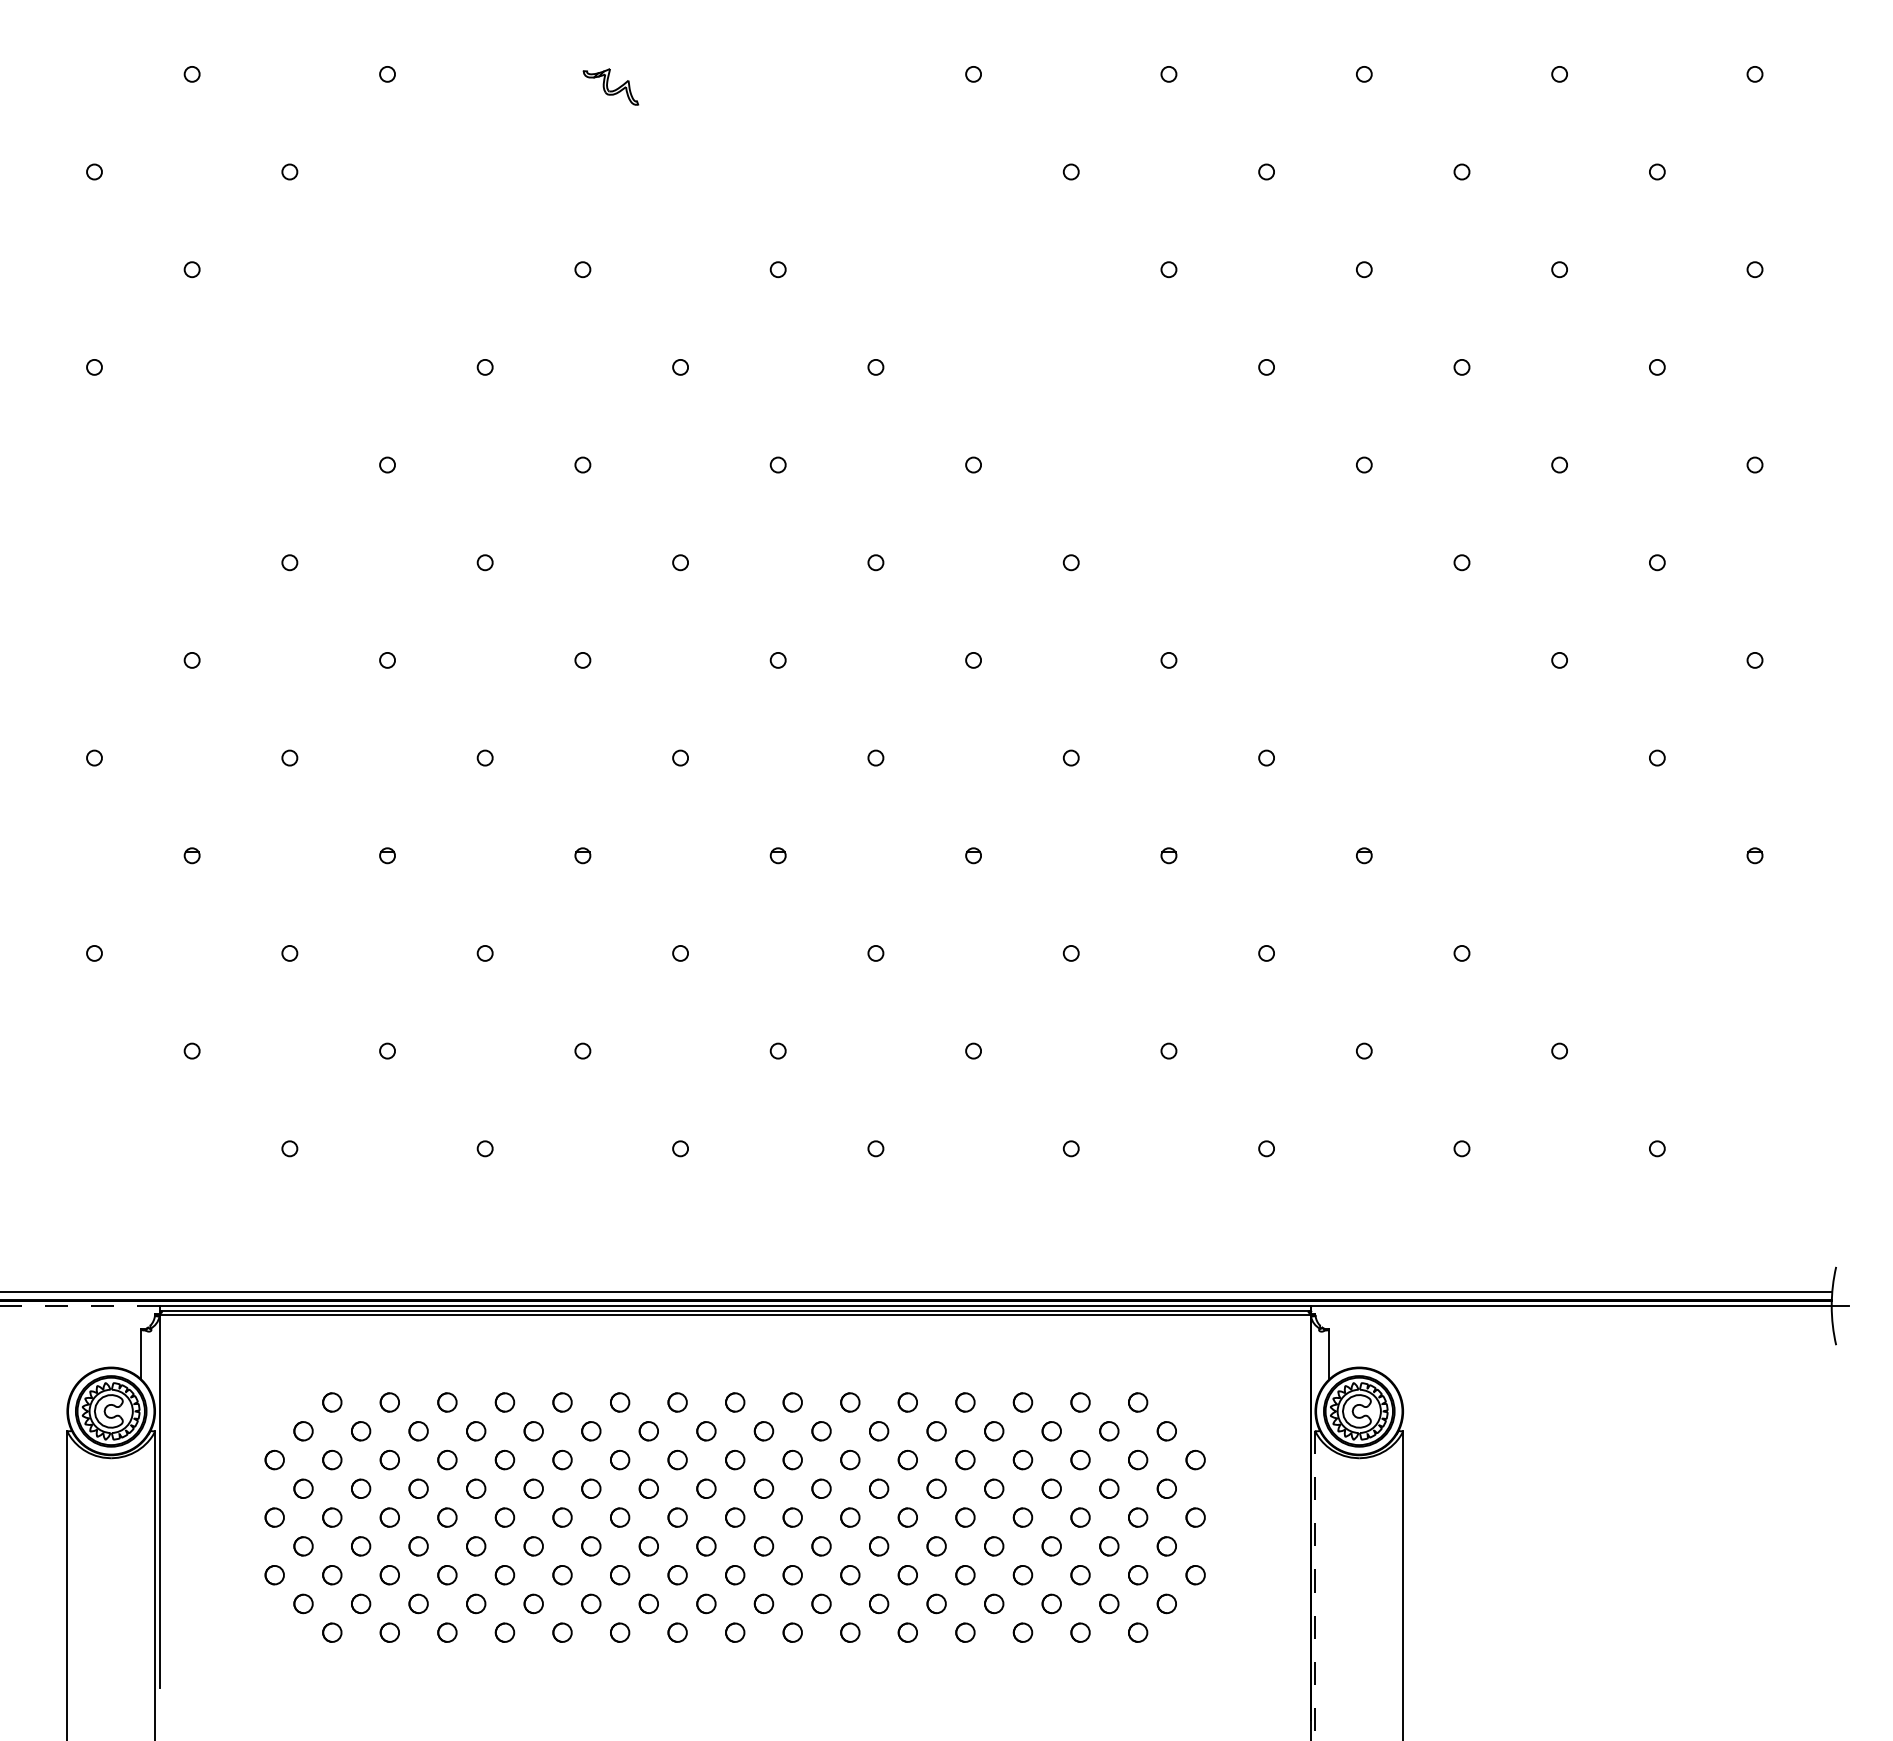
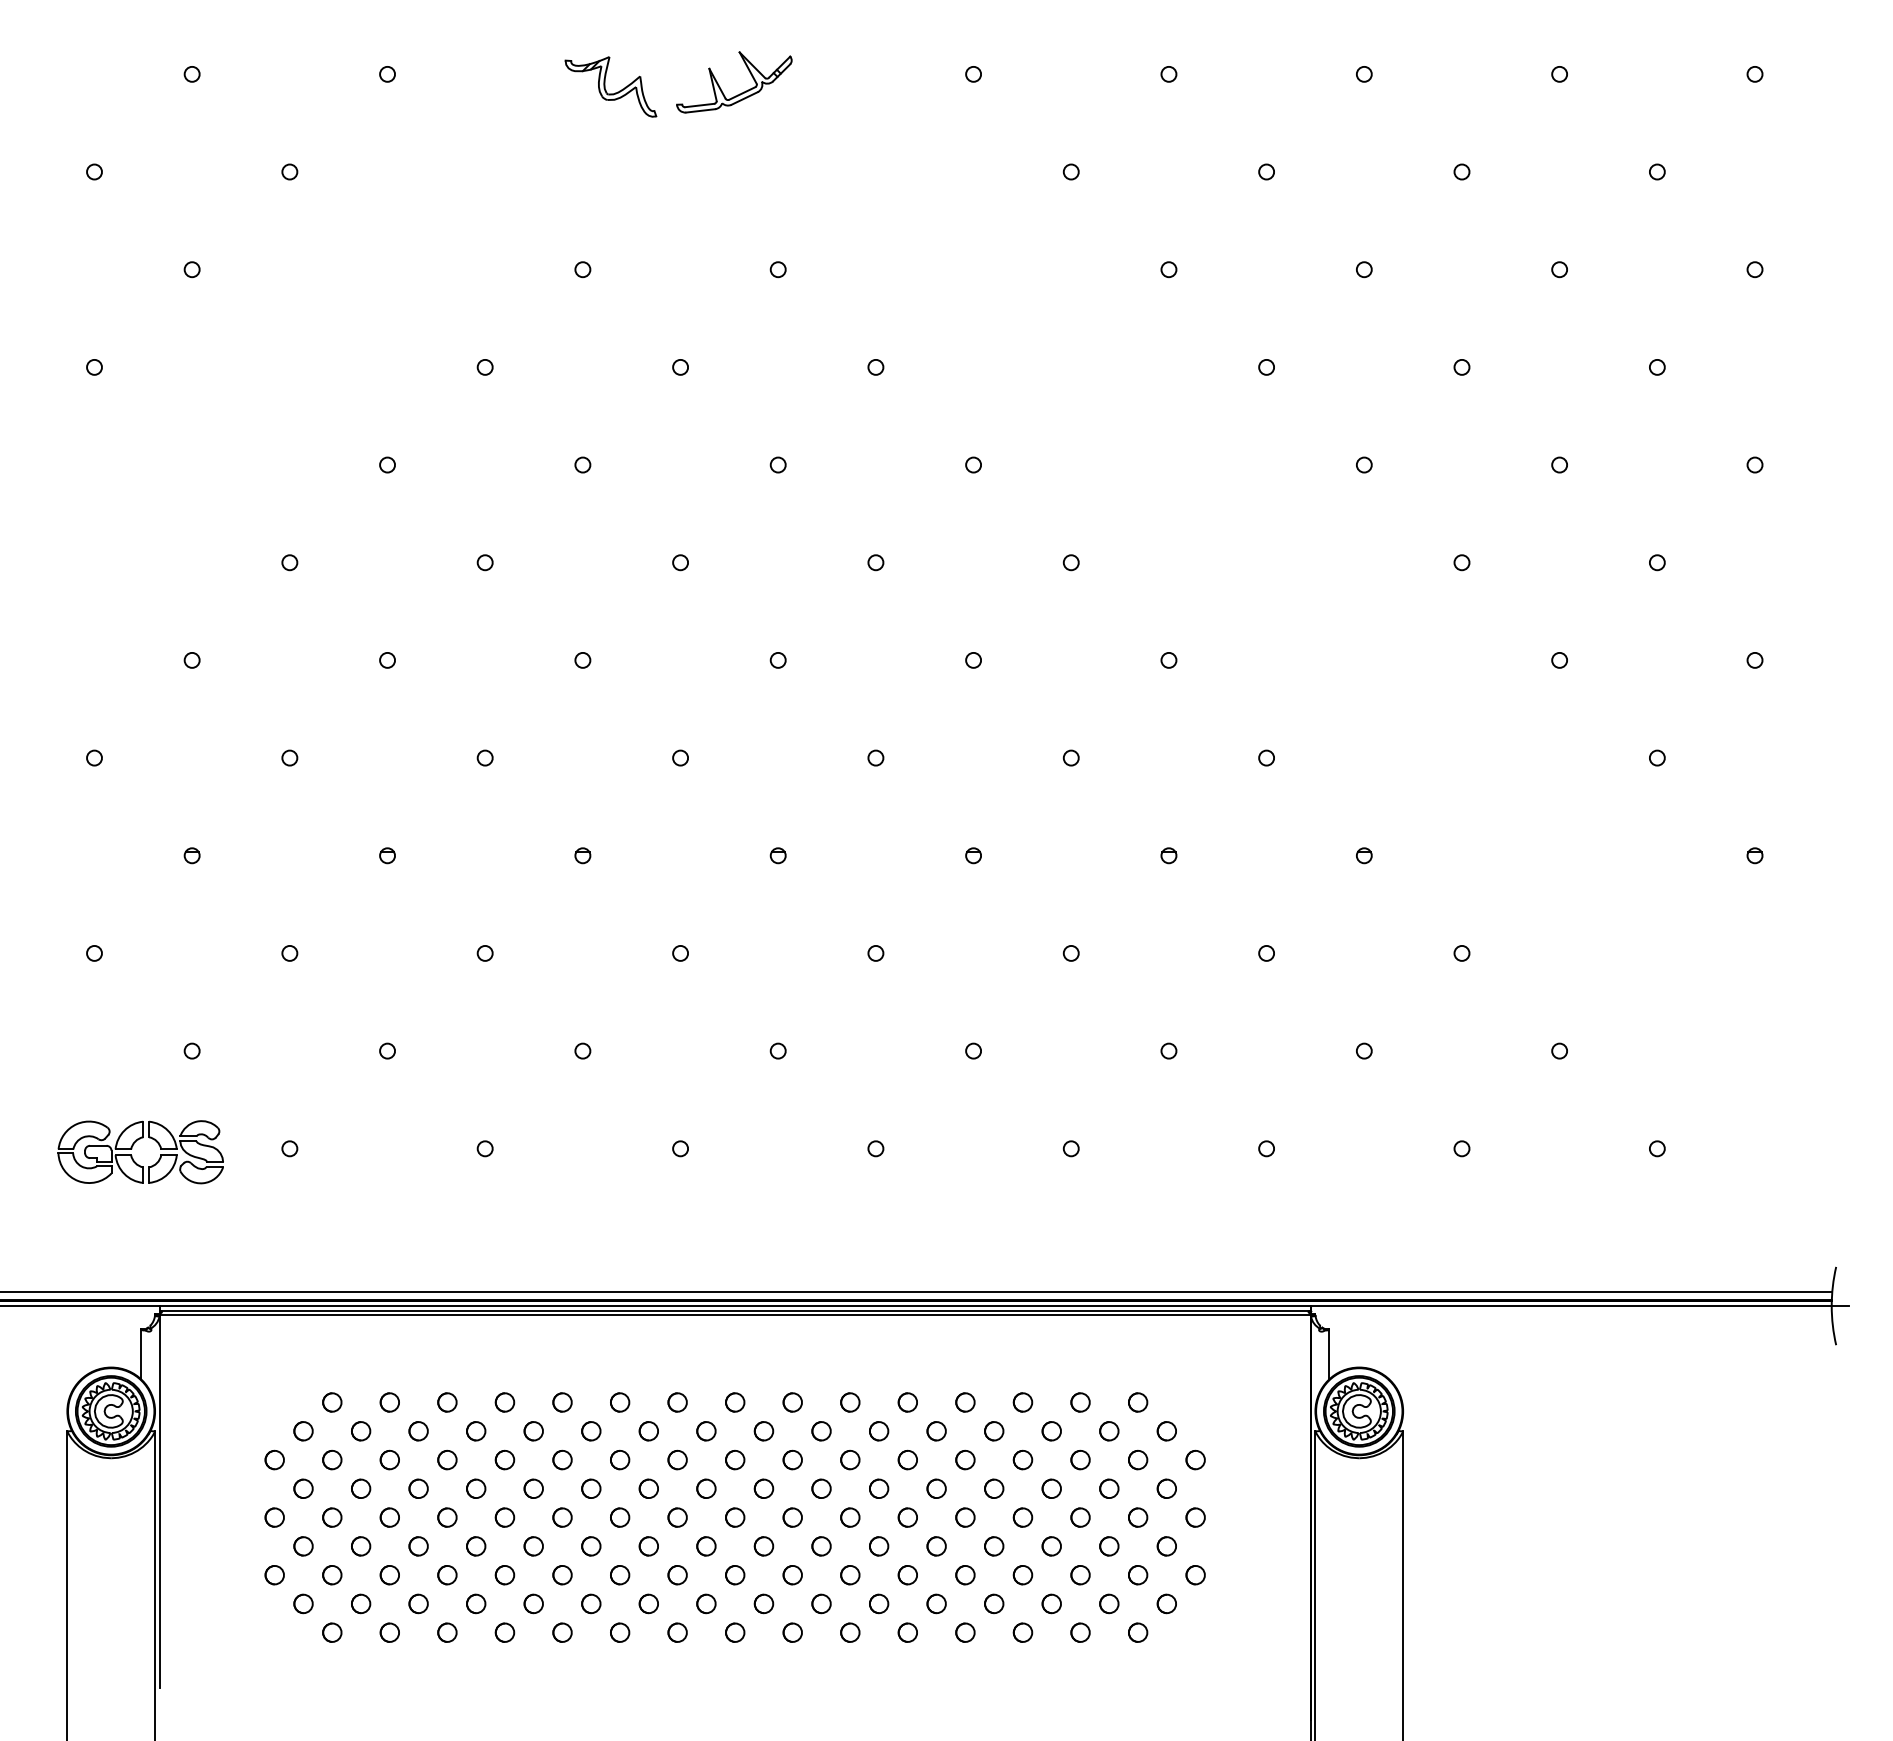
part at (610, 86) size: 58x38 px -> 94x62 px
part at (739, 93): none -> present
part at (132, 1155): none -> present
line at (79, 1306): dashed -> solid
line at (1315, 1586): dashed -> solid
